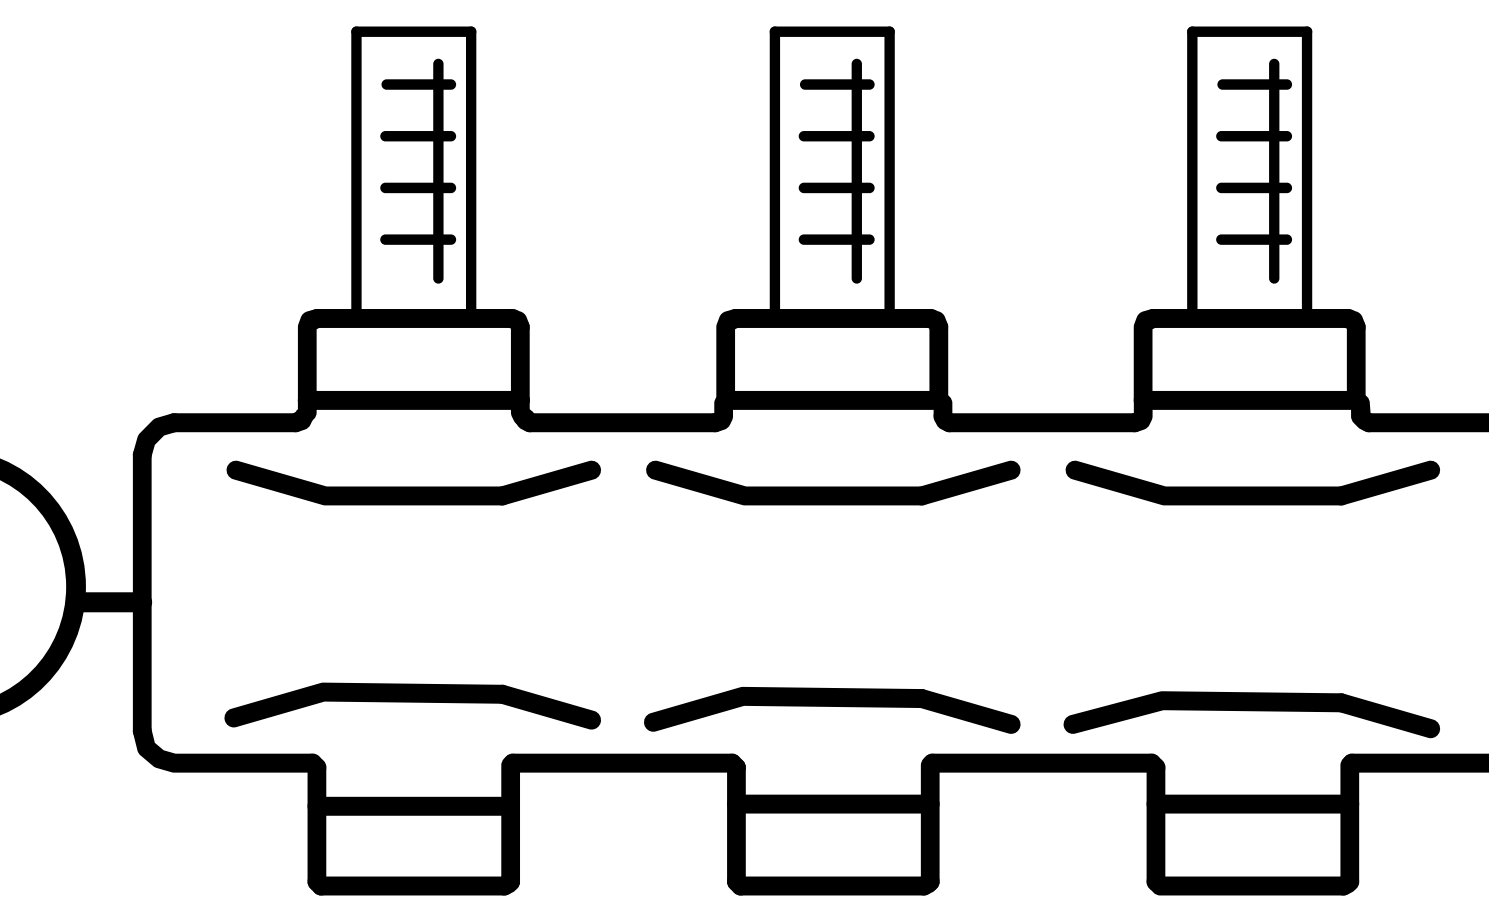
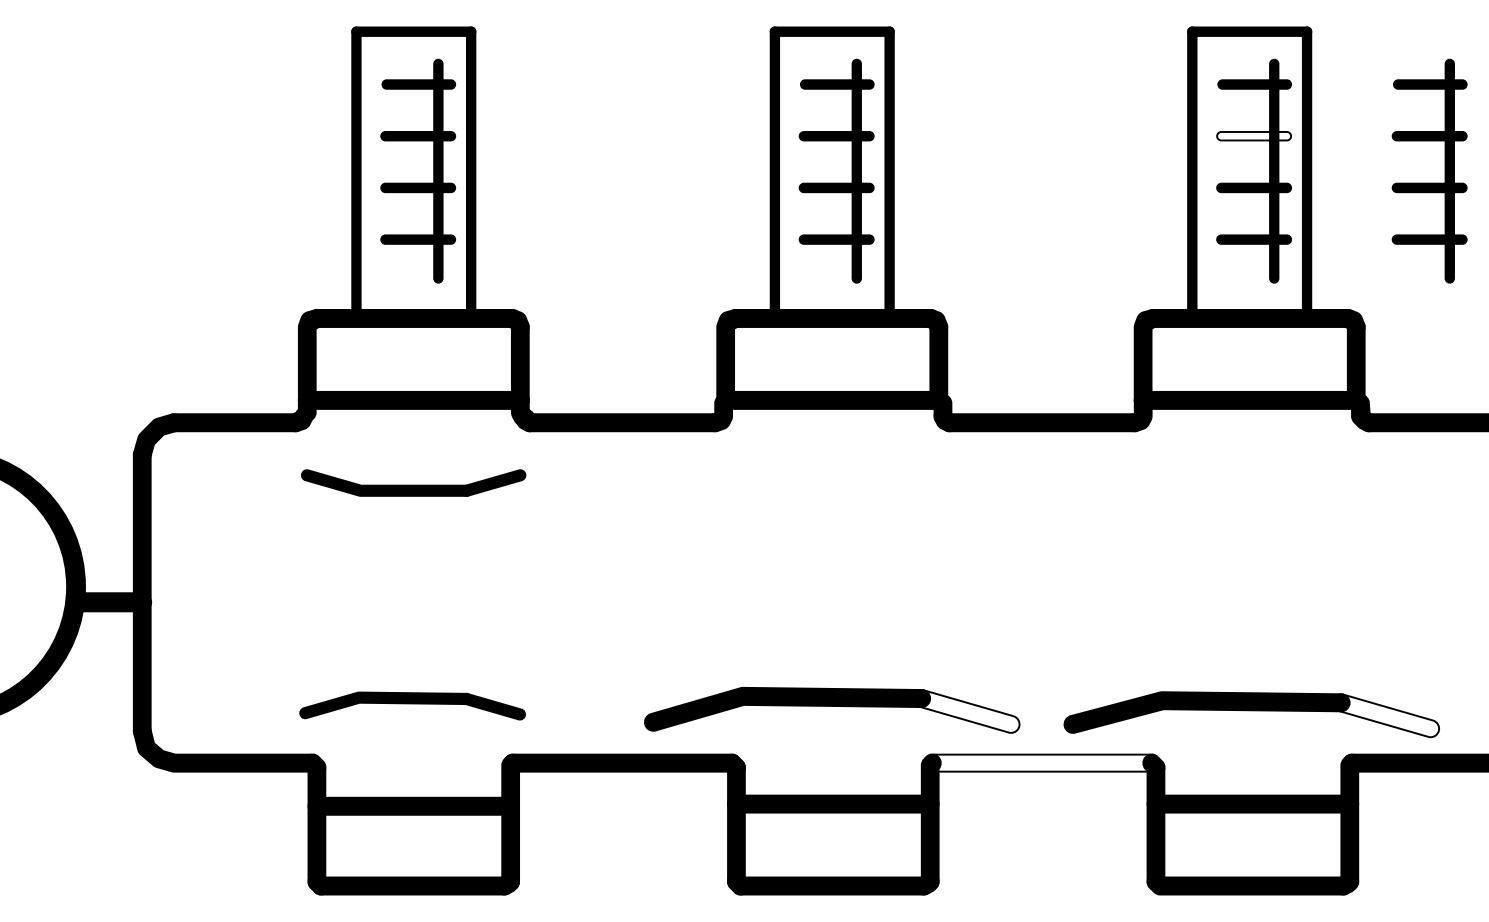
fill at (1254, 135): present -> none
part at (1429, 182): none -> present
part at (413, 482) size: 375x46 px -> 226x28 px
part at (833, 482): present -> none
part at (1252, 482): present -> none
part at (412, 705) size: 377x48 px -> 227x30 px
fill at (966, 711): present -> none
fill at (1385, 715): present -> none
fill at (1041, 762): present -> none
